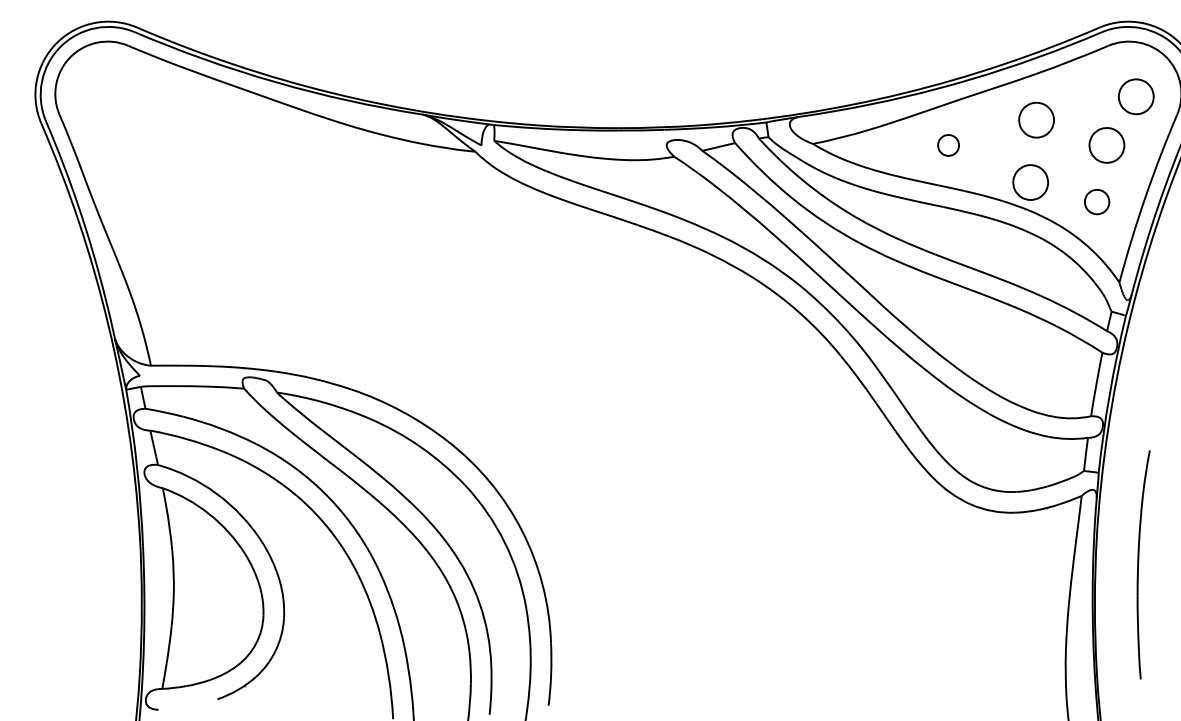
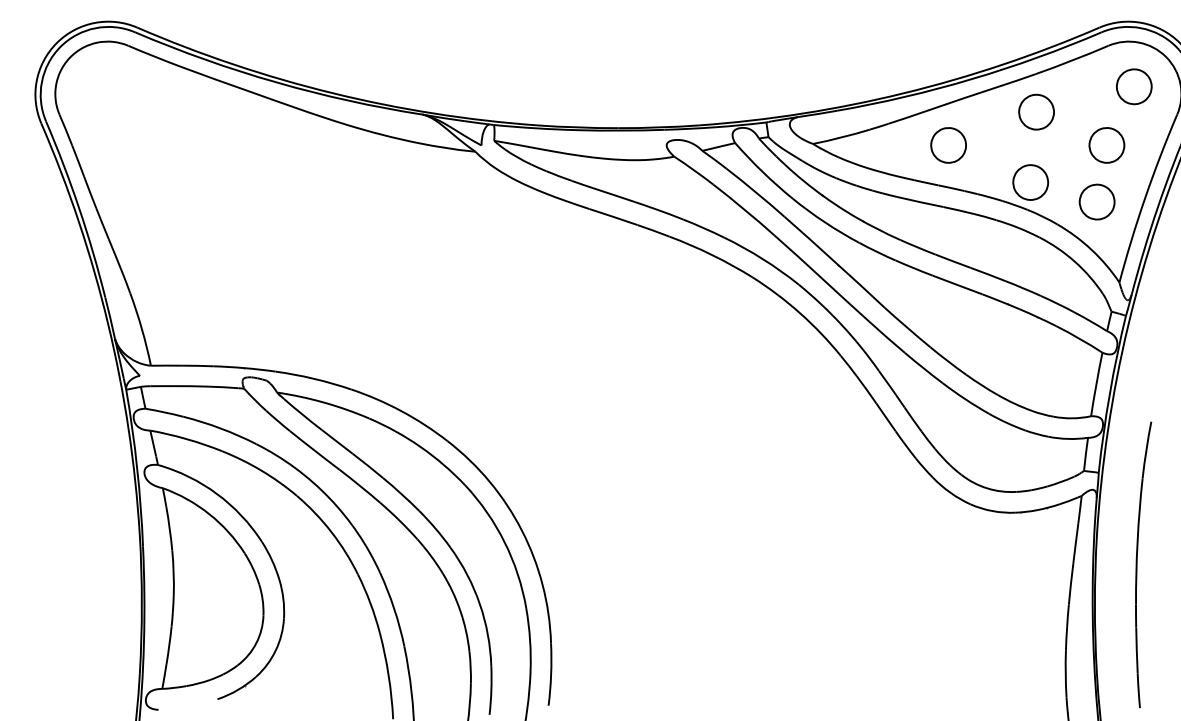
part at (1136, 96) position: (1136, 96) -> (1134, 86)
part at (1036, 119) position: (1036, 119) -> (1036, 111)
part at (948, 145) size: 23x23 px -> 37x37 px
part at (1097, 202) size: 27x27 px -> 38x38 px
part at (1143, 564) size: 15x230 px -> 18x288 px
